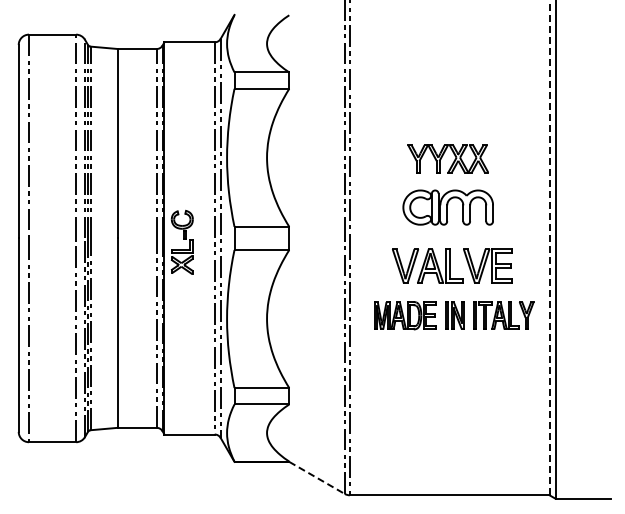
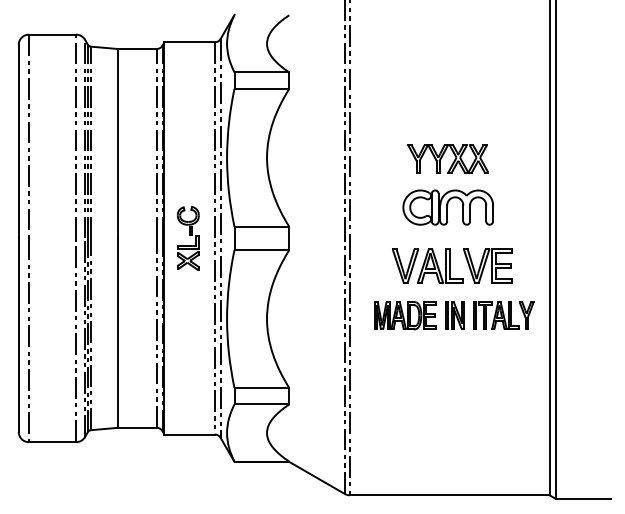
part at (181, 241) position: (181, 241) -> (187, 237)
line at (549, 248): dashed -> solid
line at (317, 478): dashed -> solid
